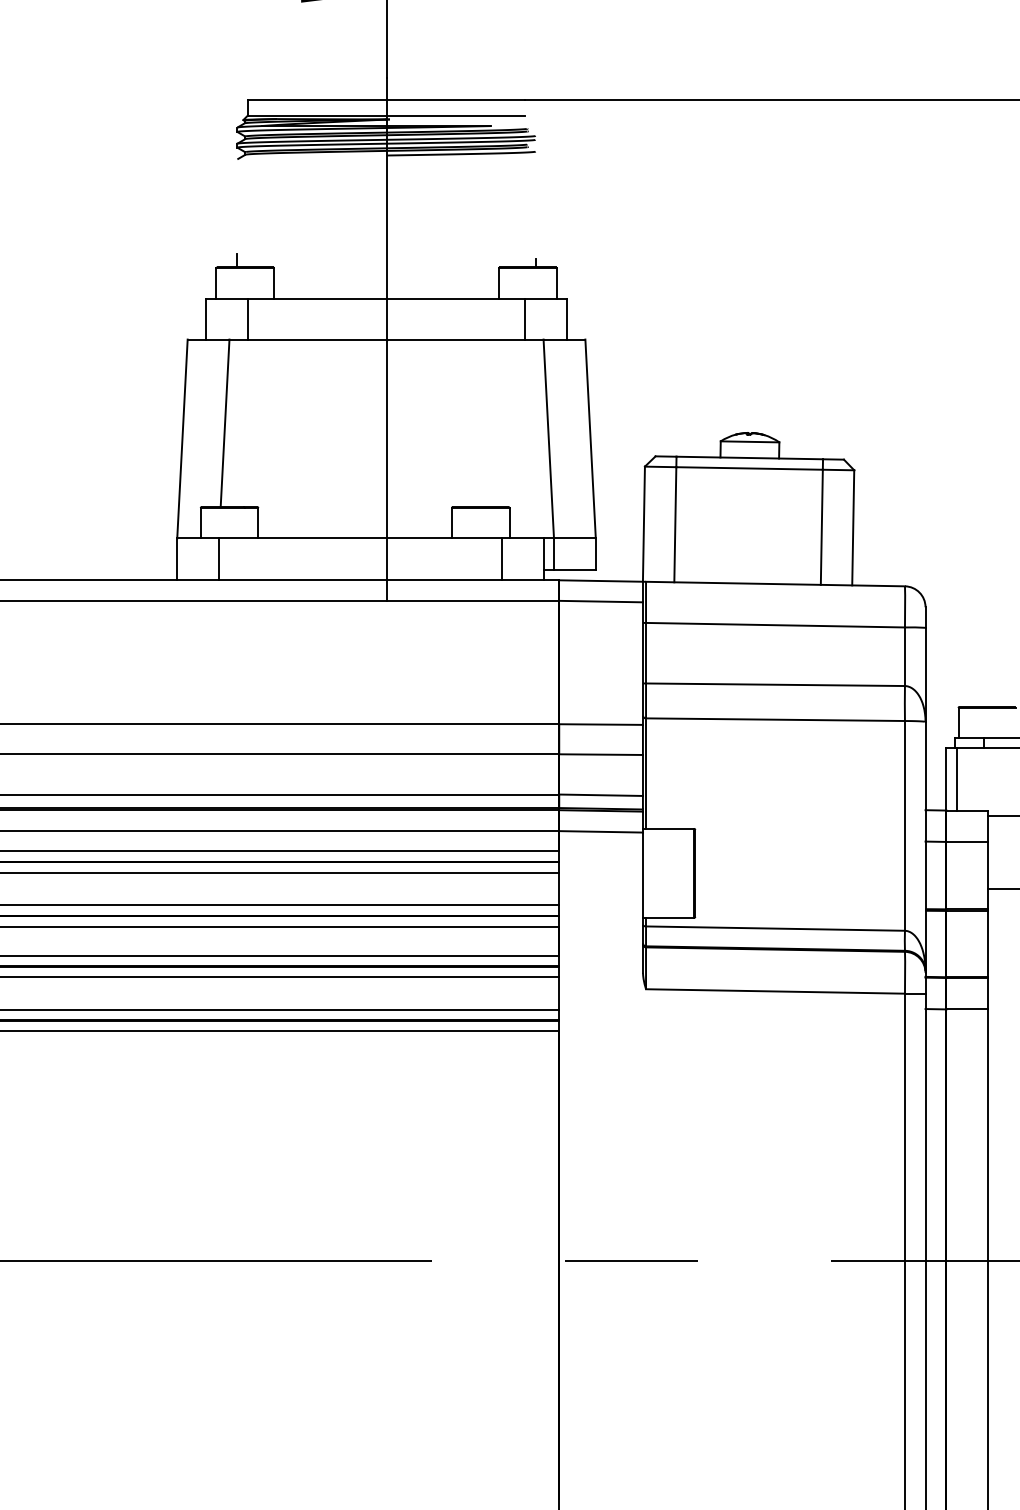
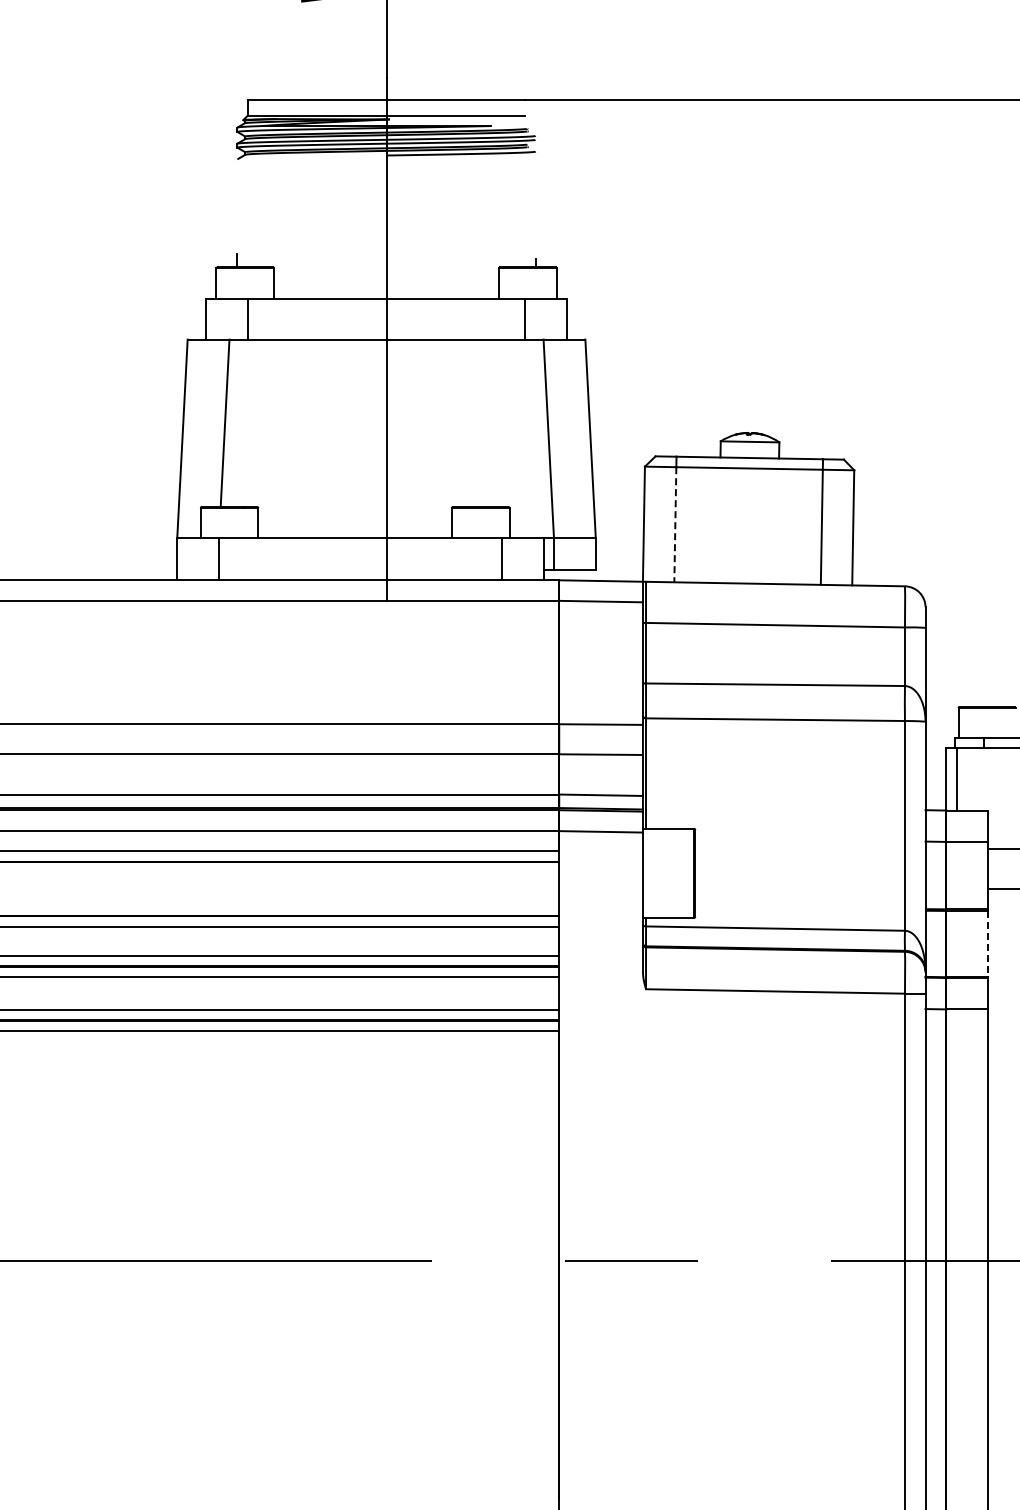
line at (675, 524): solid -> dashed
line at (1002, 815) position: (1002, 815) -> (1002, 848)
line at (280, 872): present -> none
line at (280, 905): present -> none
line at (988, 944): solid -> dashed
